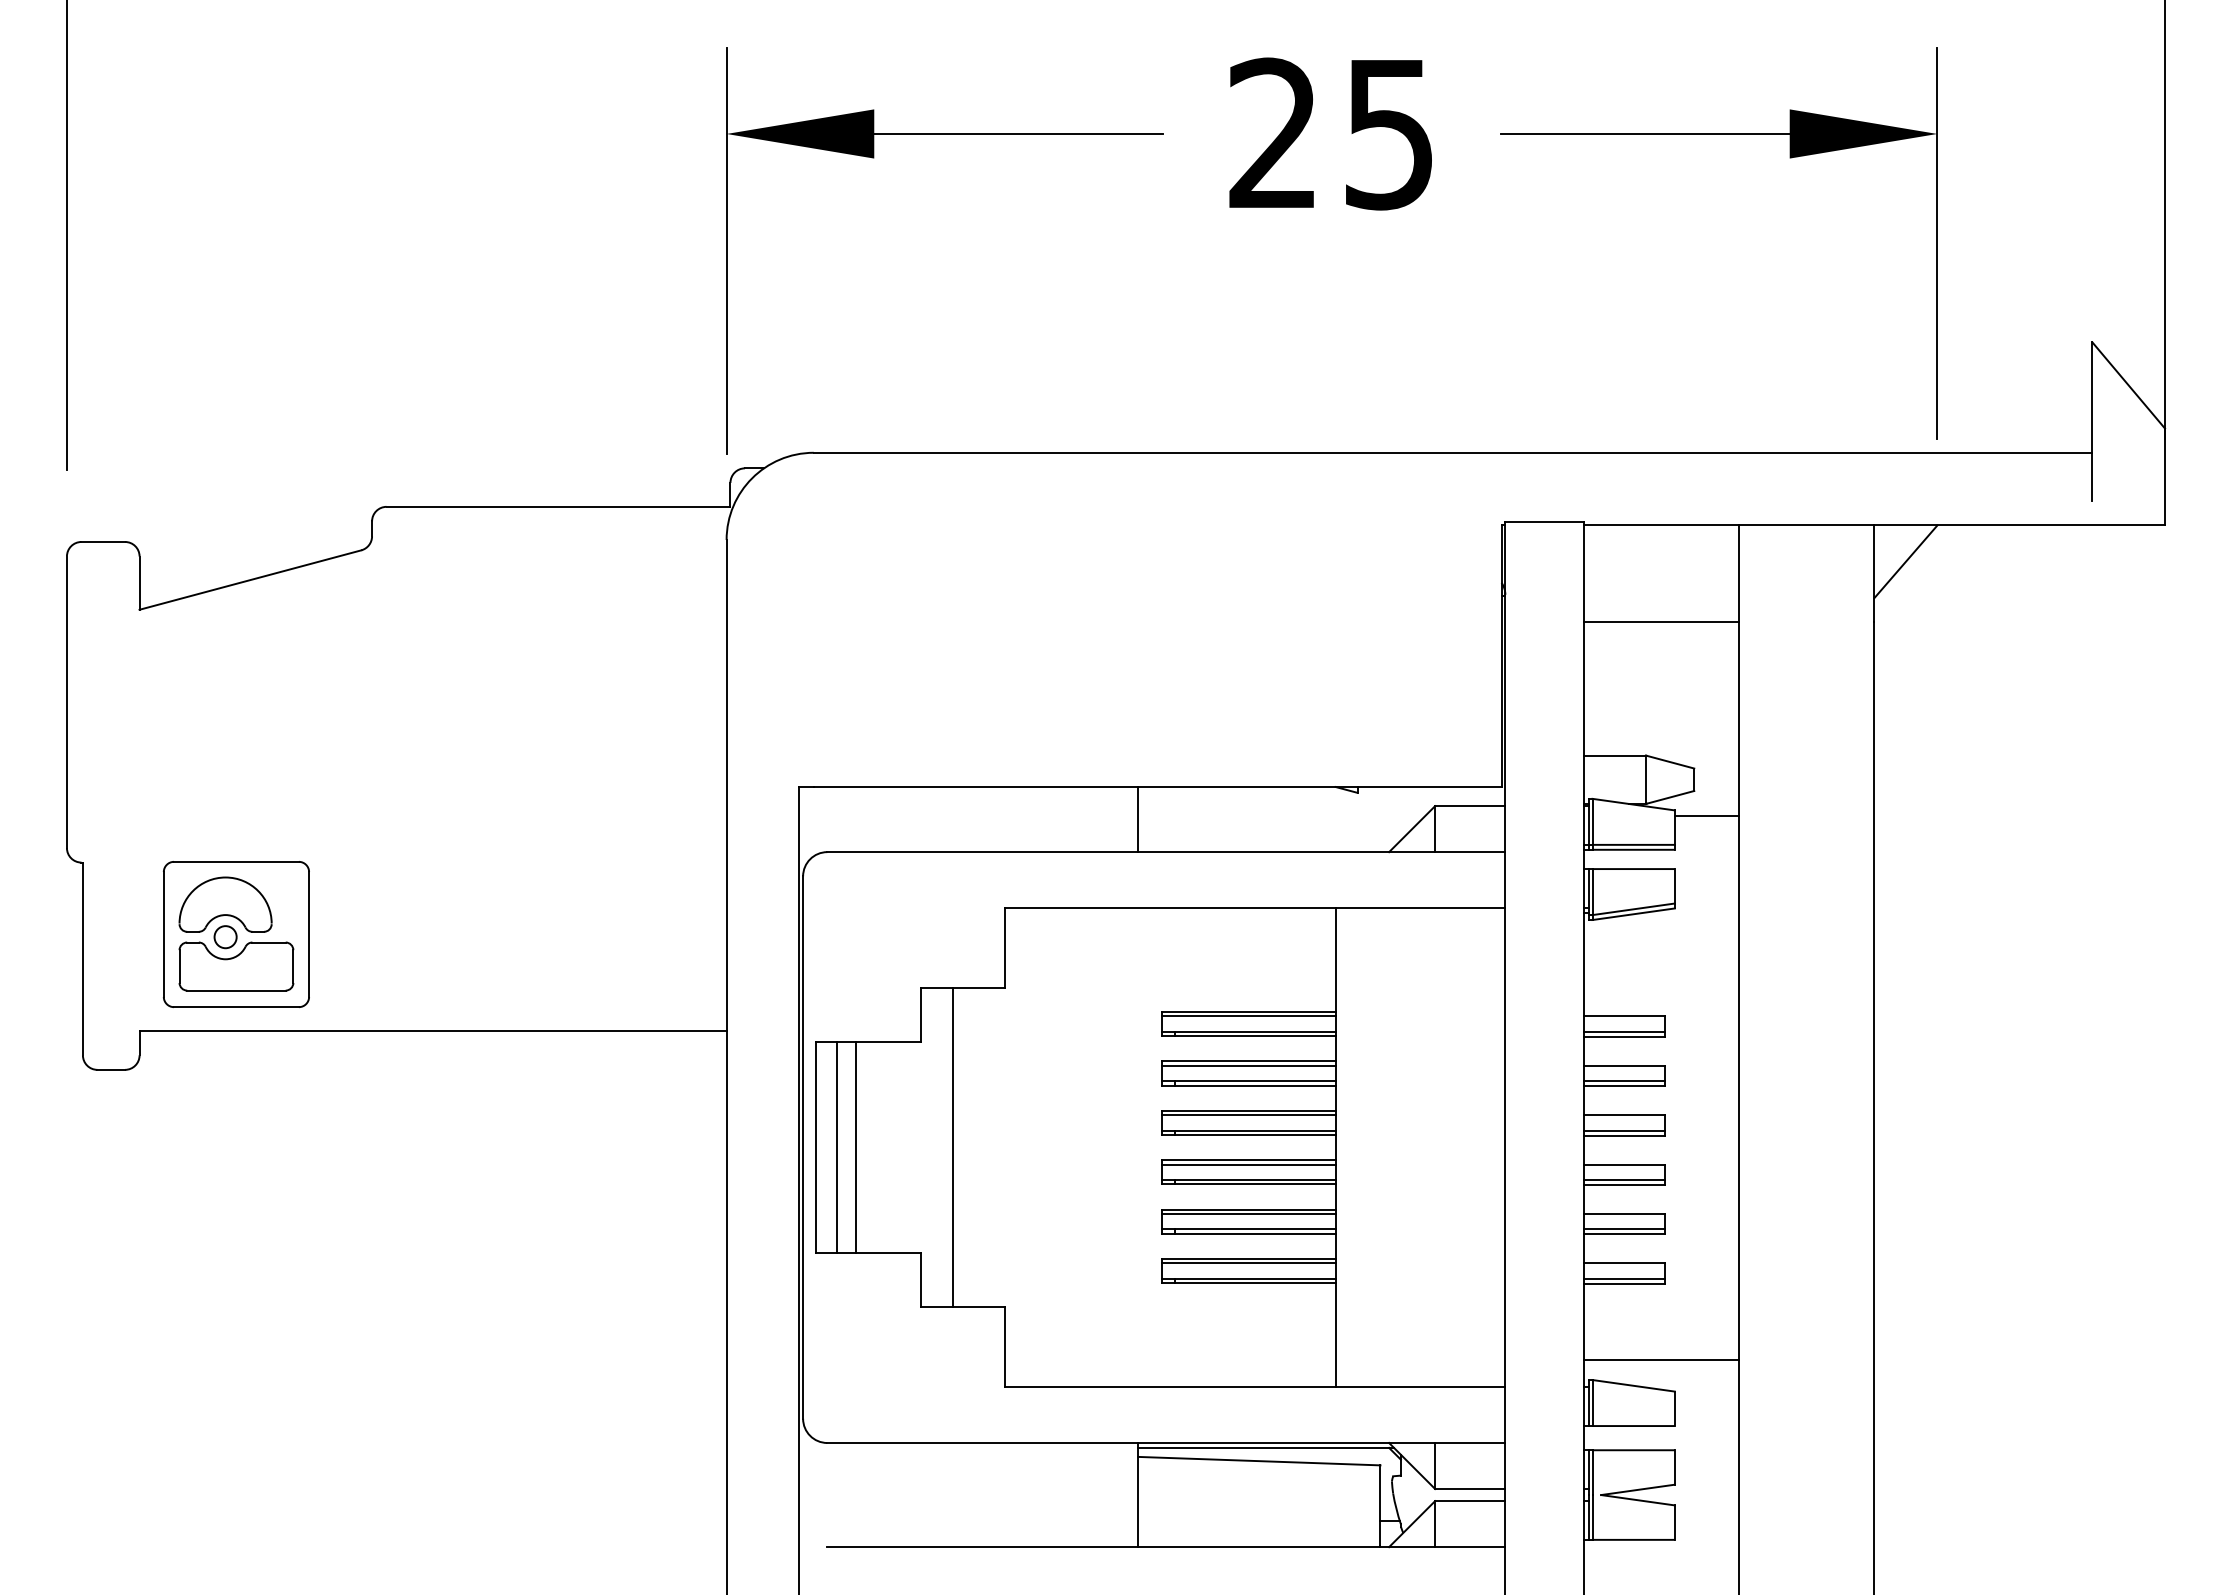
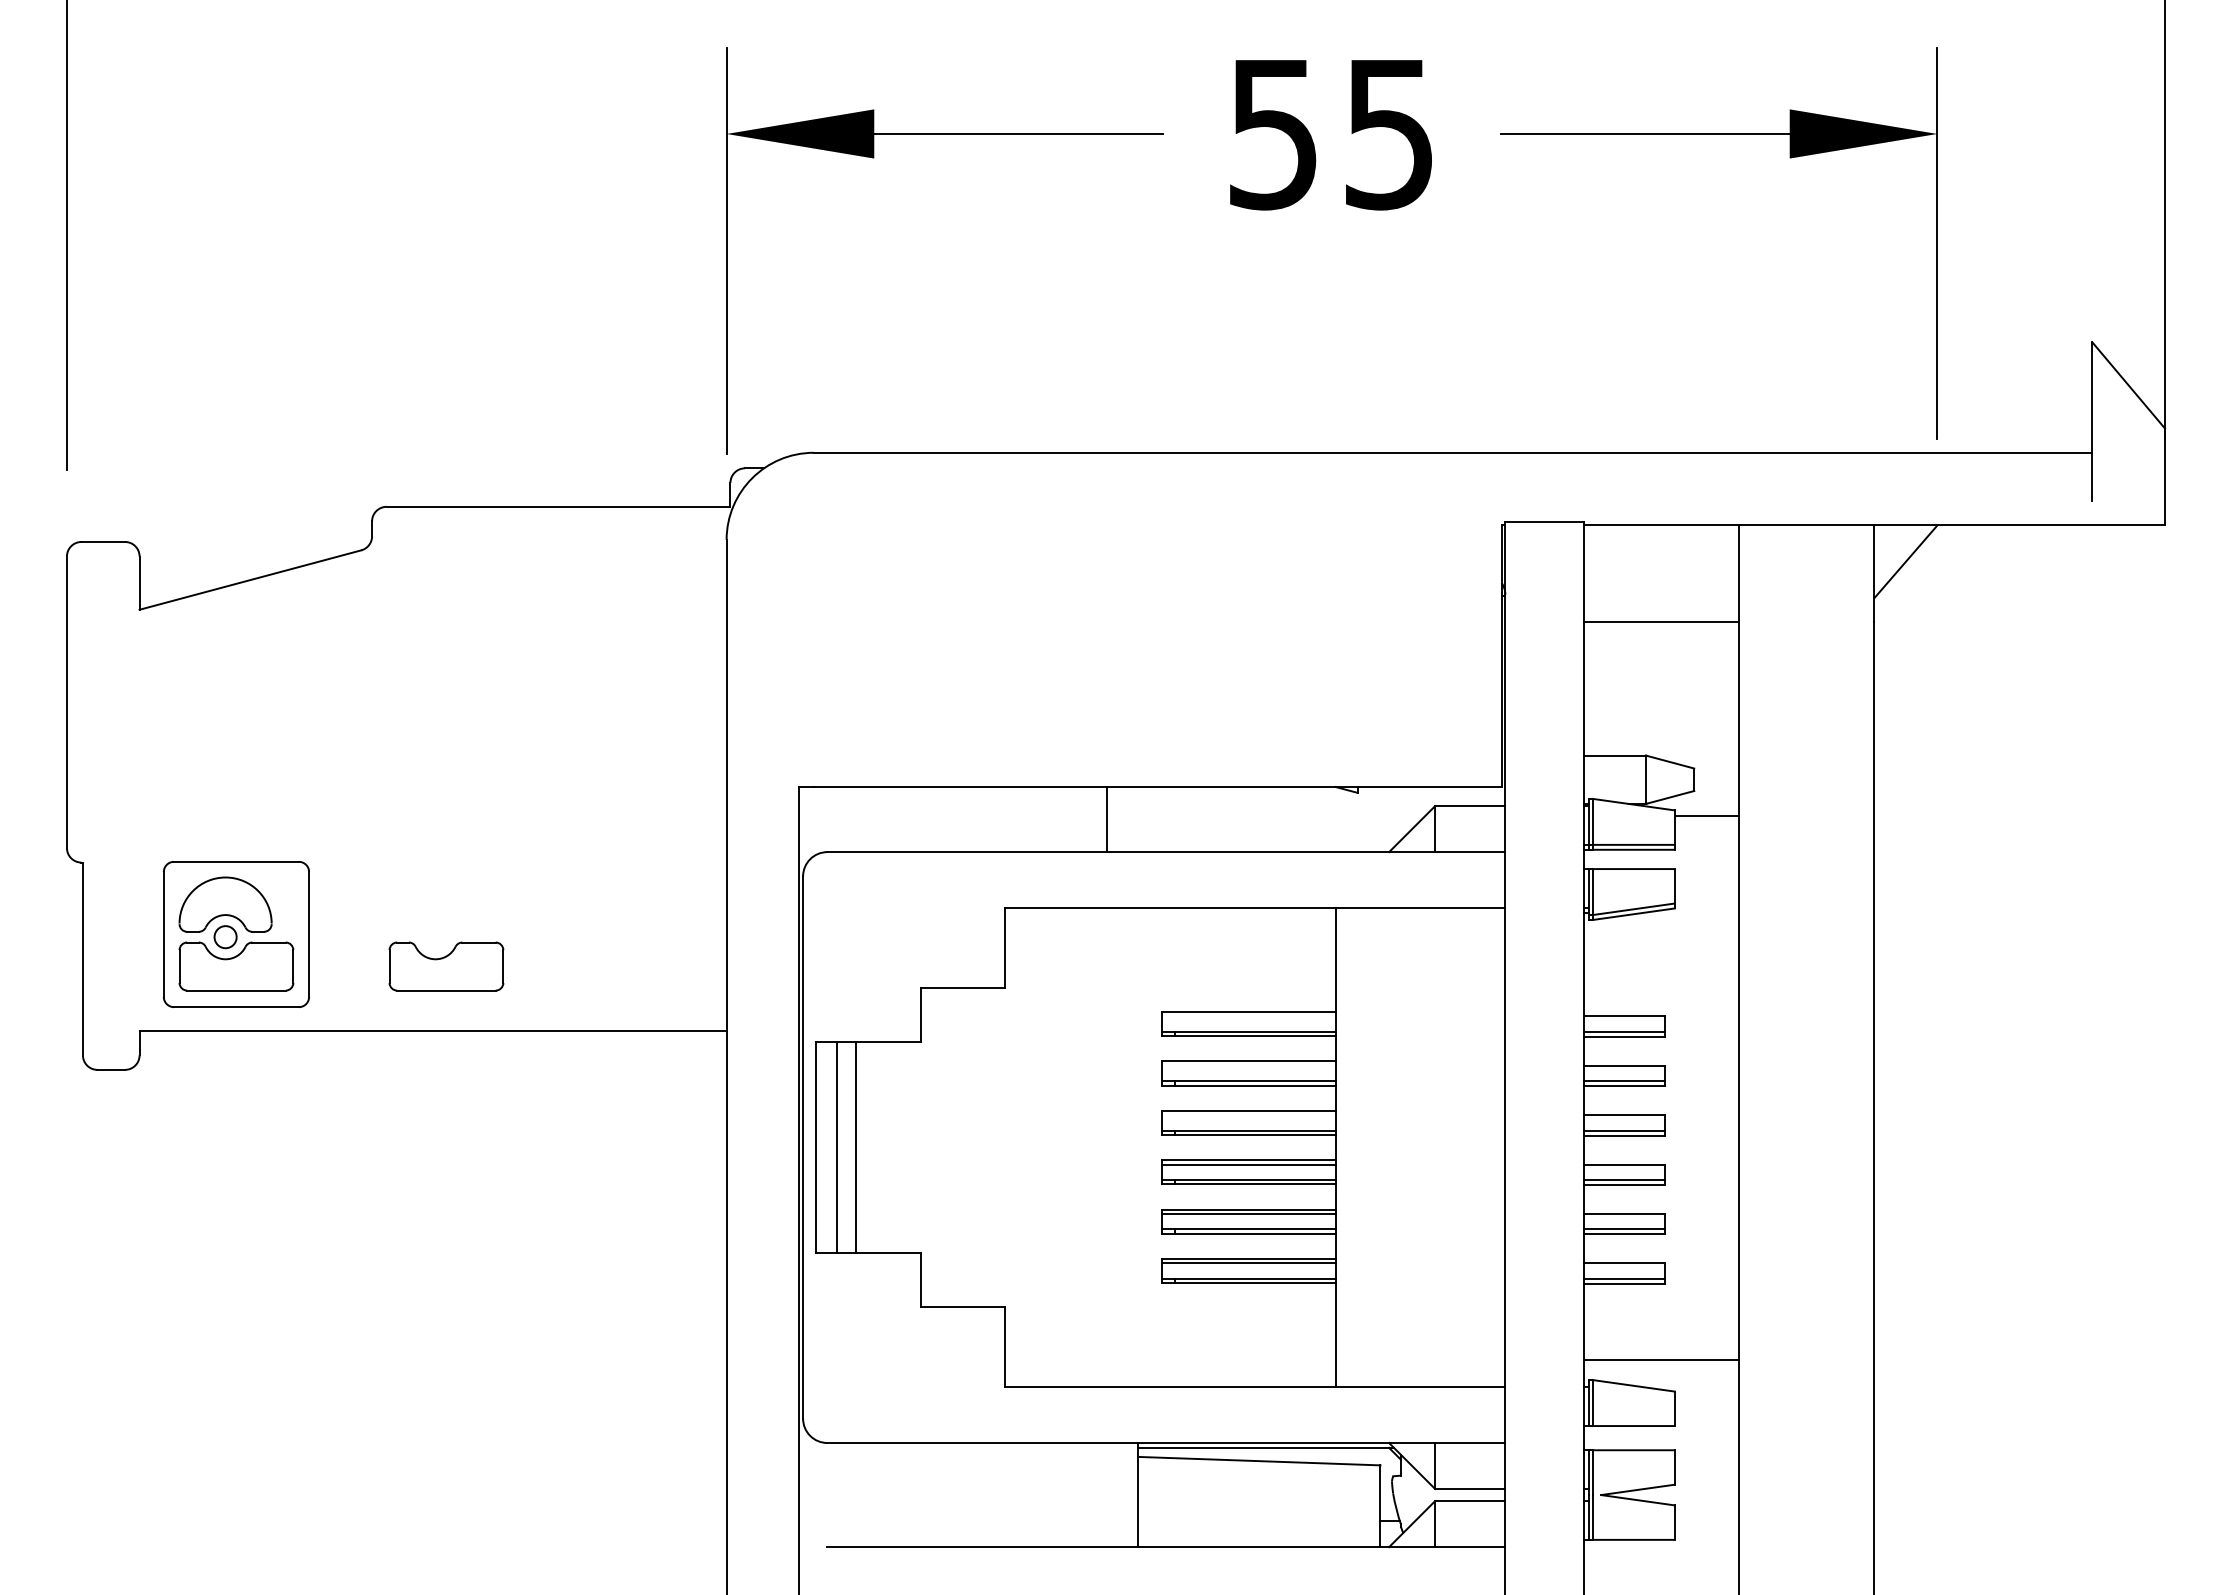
text at (1272, 133): 25 -> 55
line at (1138, 819) position: (1138, 819) -> (1107, 819)
part at (446, 966): none -> present
line at (1248, 1016): present -> none
line at (1248, 1065): present -> none
line at (1248, 1115): present -> none
line at (953, 1147): present -> none
